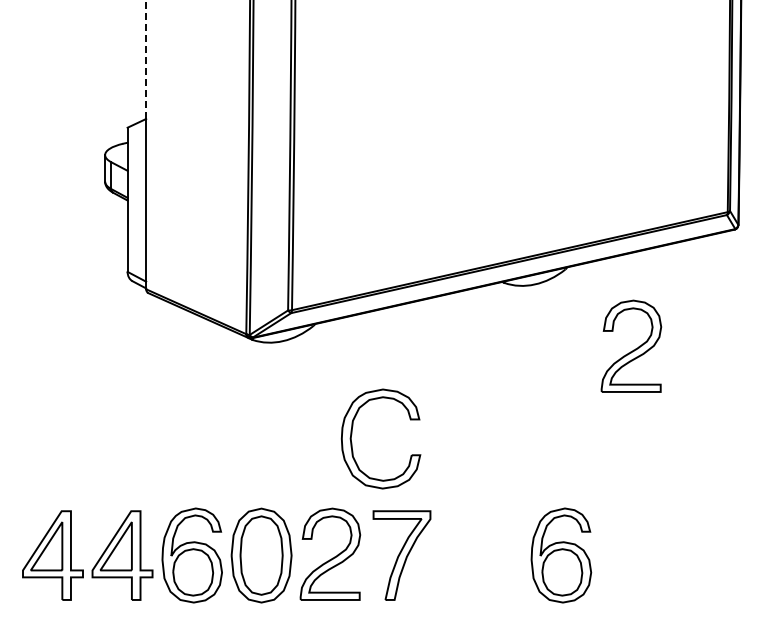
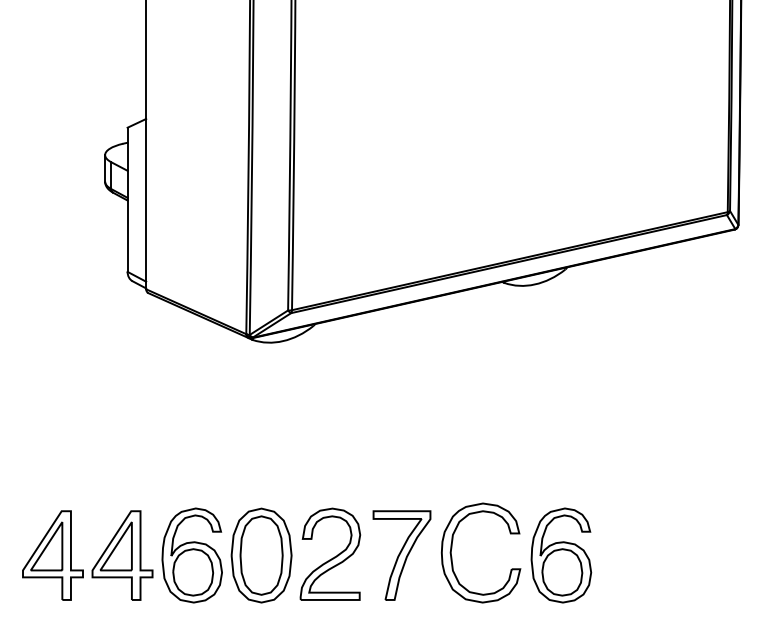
line at (146, 59): dashed -> solid
part at (631, 345): present -> none
part at (352, 434) position: (352, 434) -> (452, 548)
